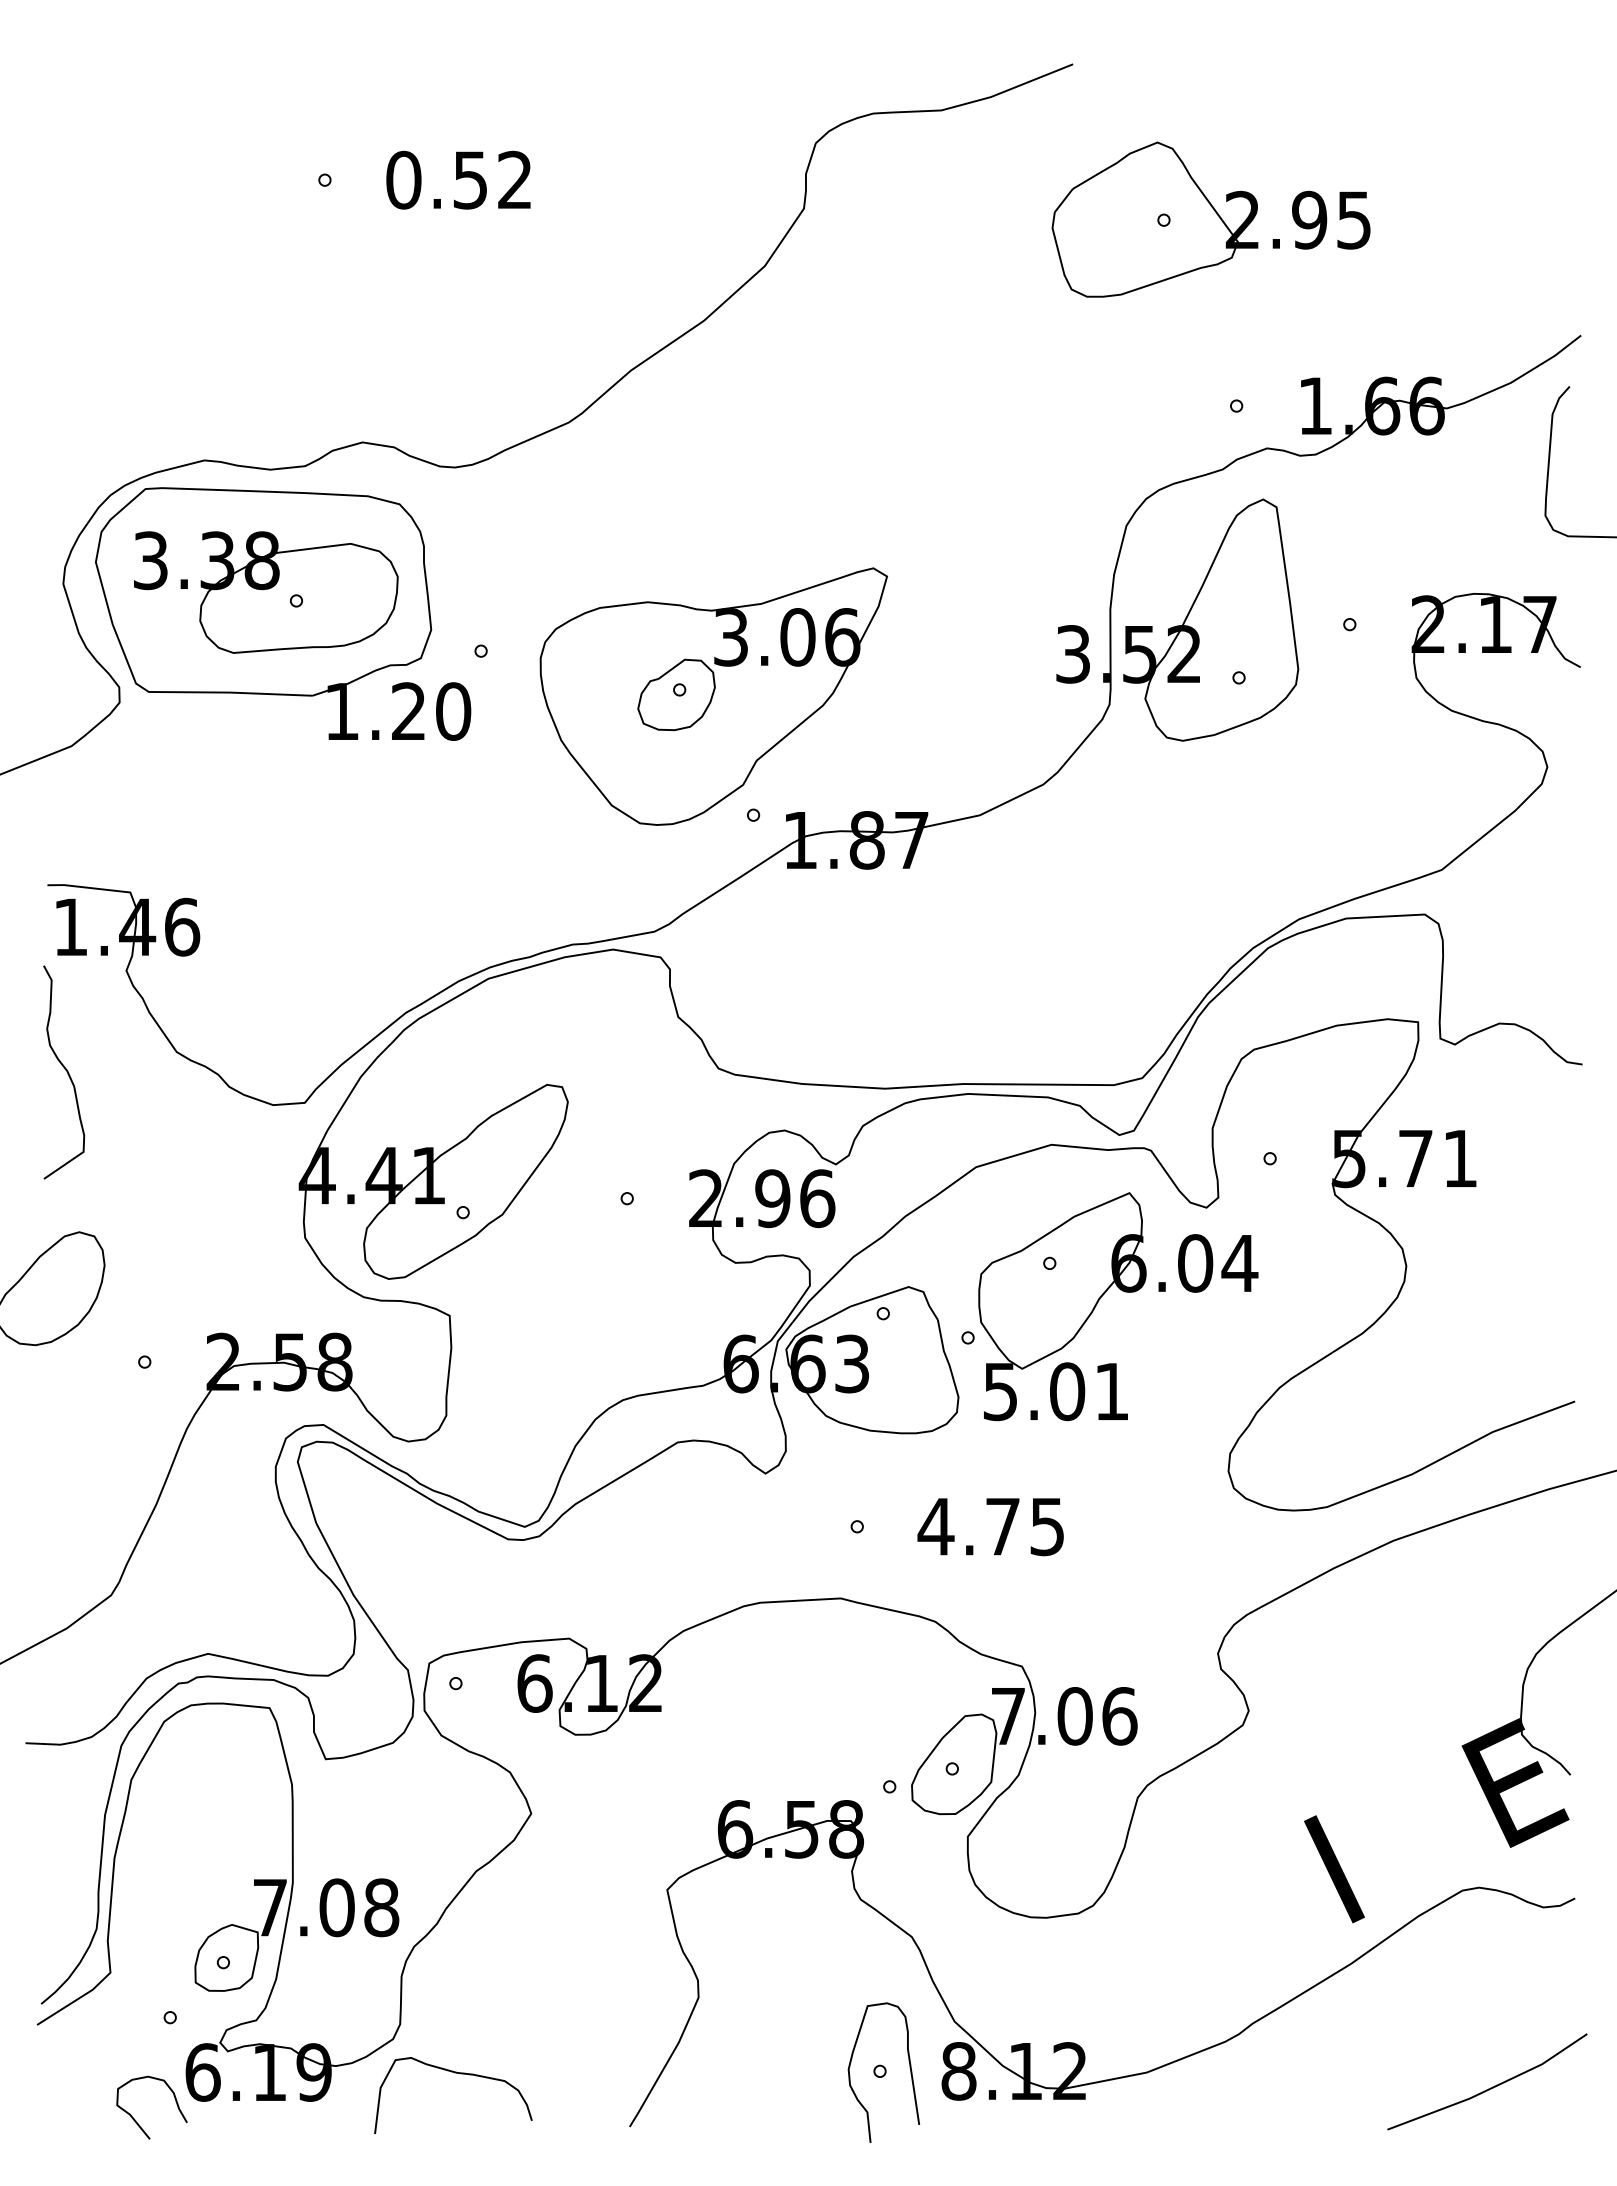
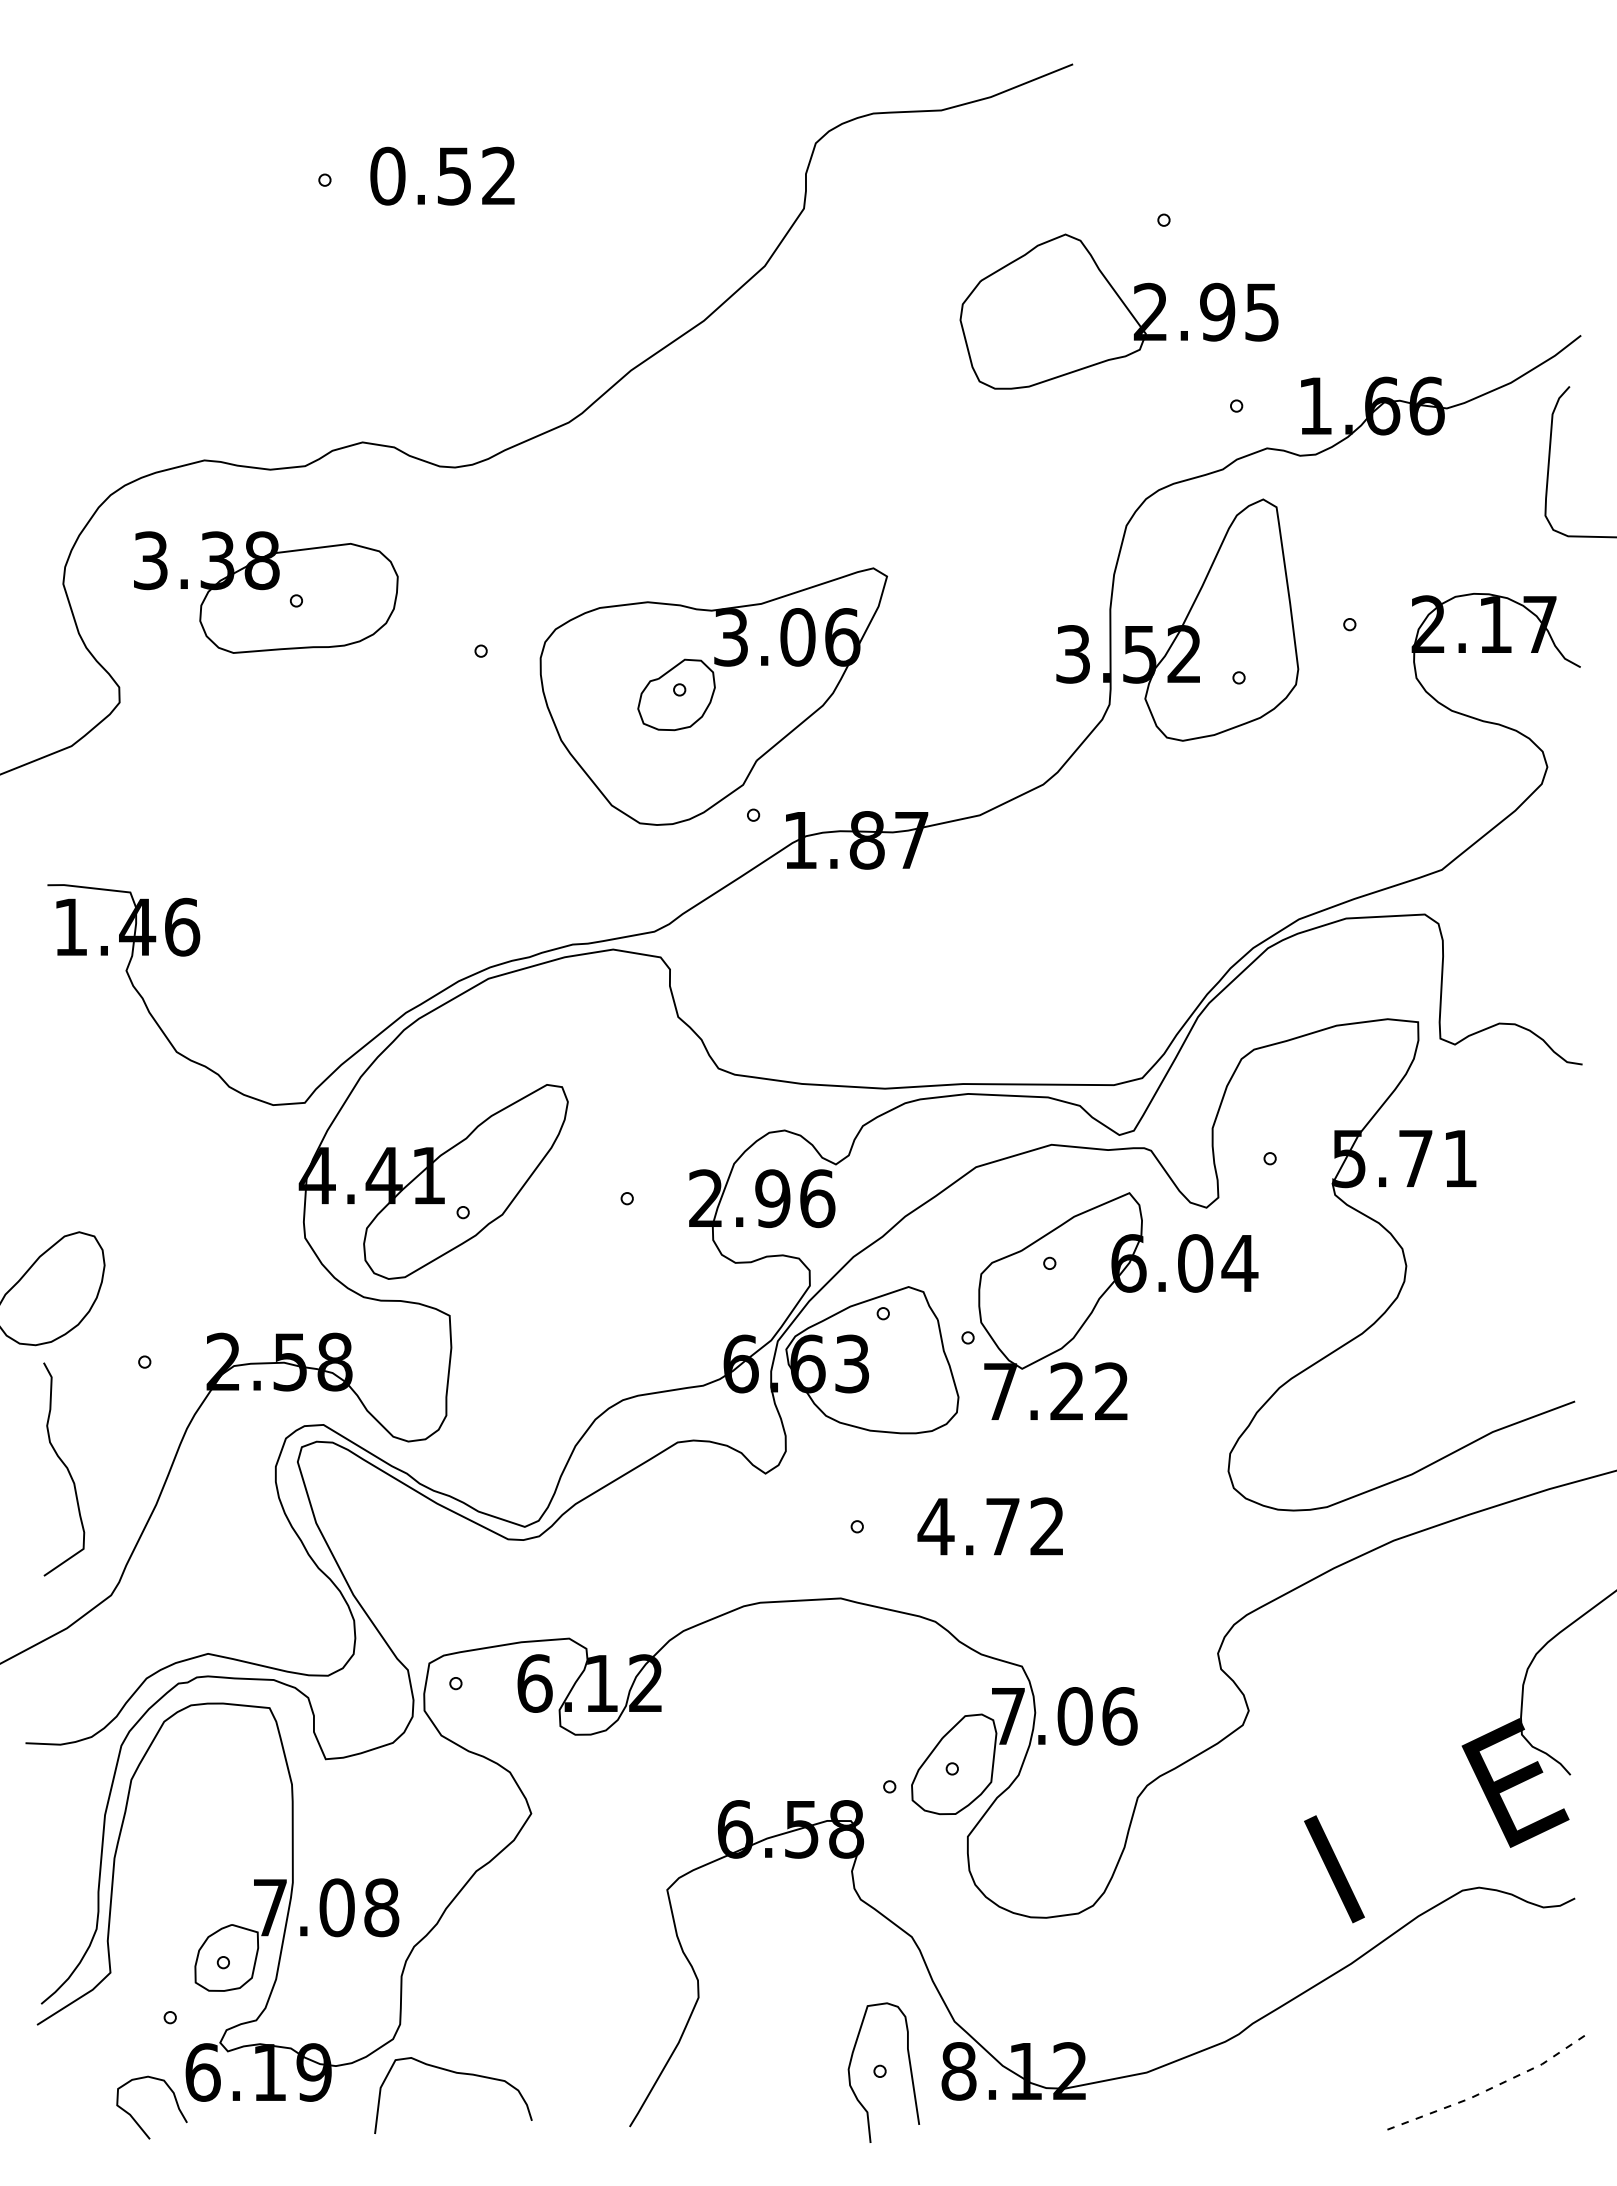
text at (458, 179) position: (458, 179) -> (442, 175)
part at (1210, 219) position: (1210, 219) -> (1118, 311)
part at (283, 613): present -> none
curve at (66, 1072) position: (66, 1072) -> (66, 1469)
text at (1055, 1391): 5.01 -> 7.22
text at (1046, 1526): 4.75 -> 4.72
line at (1491, 2088): solid -> dashed
